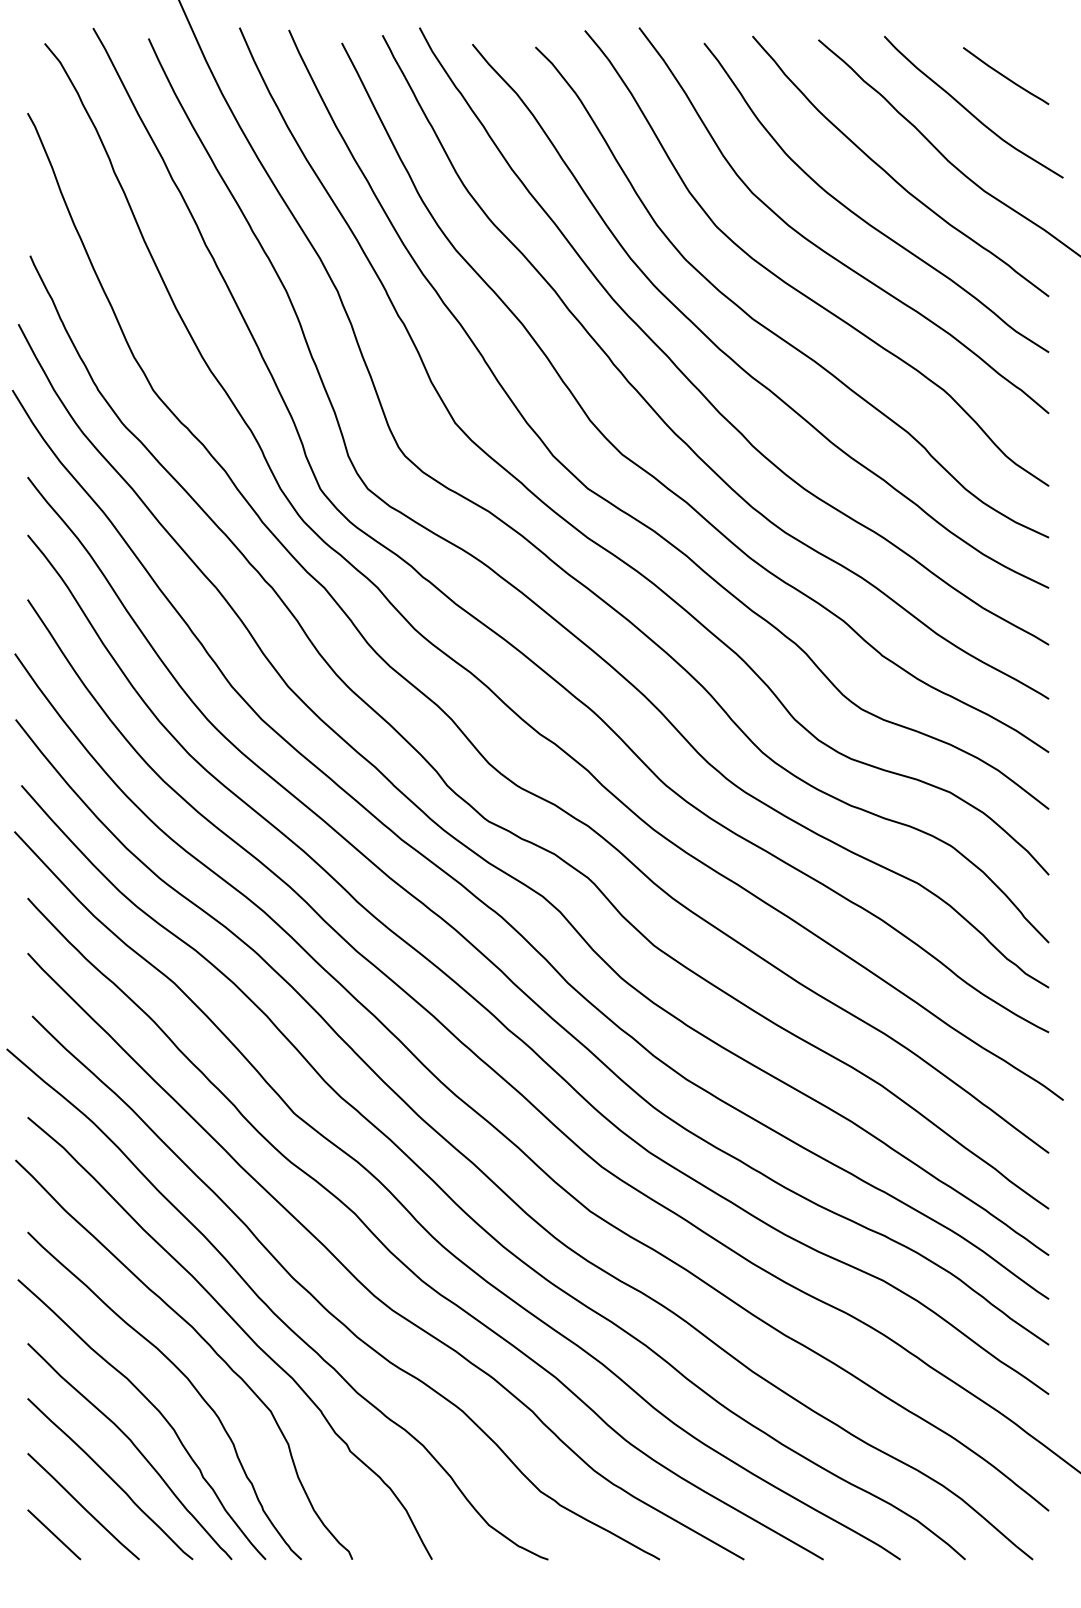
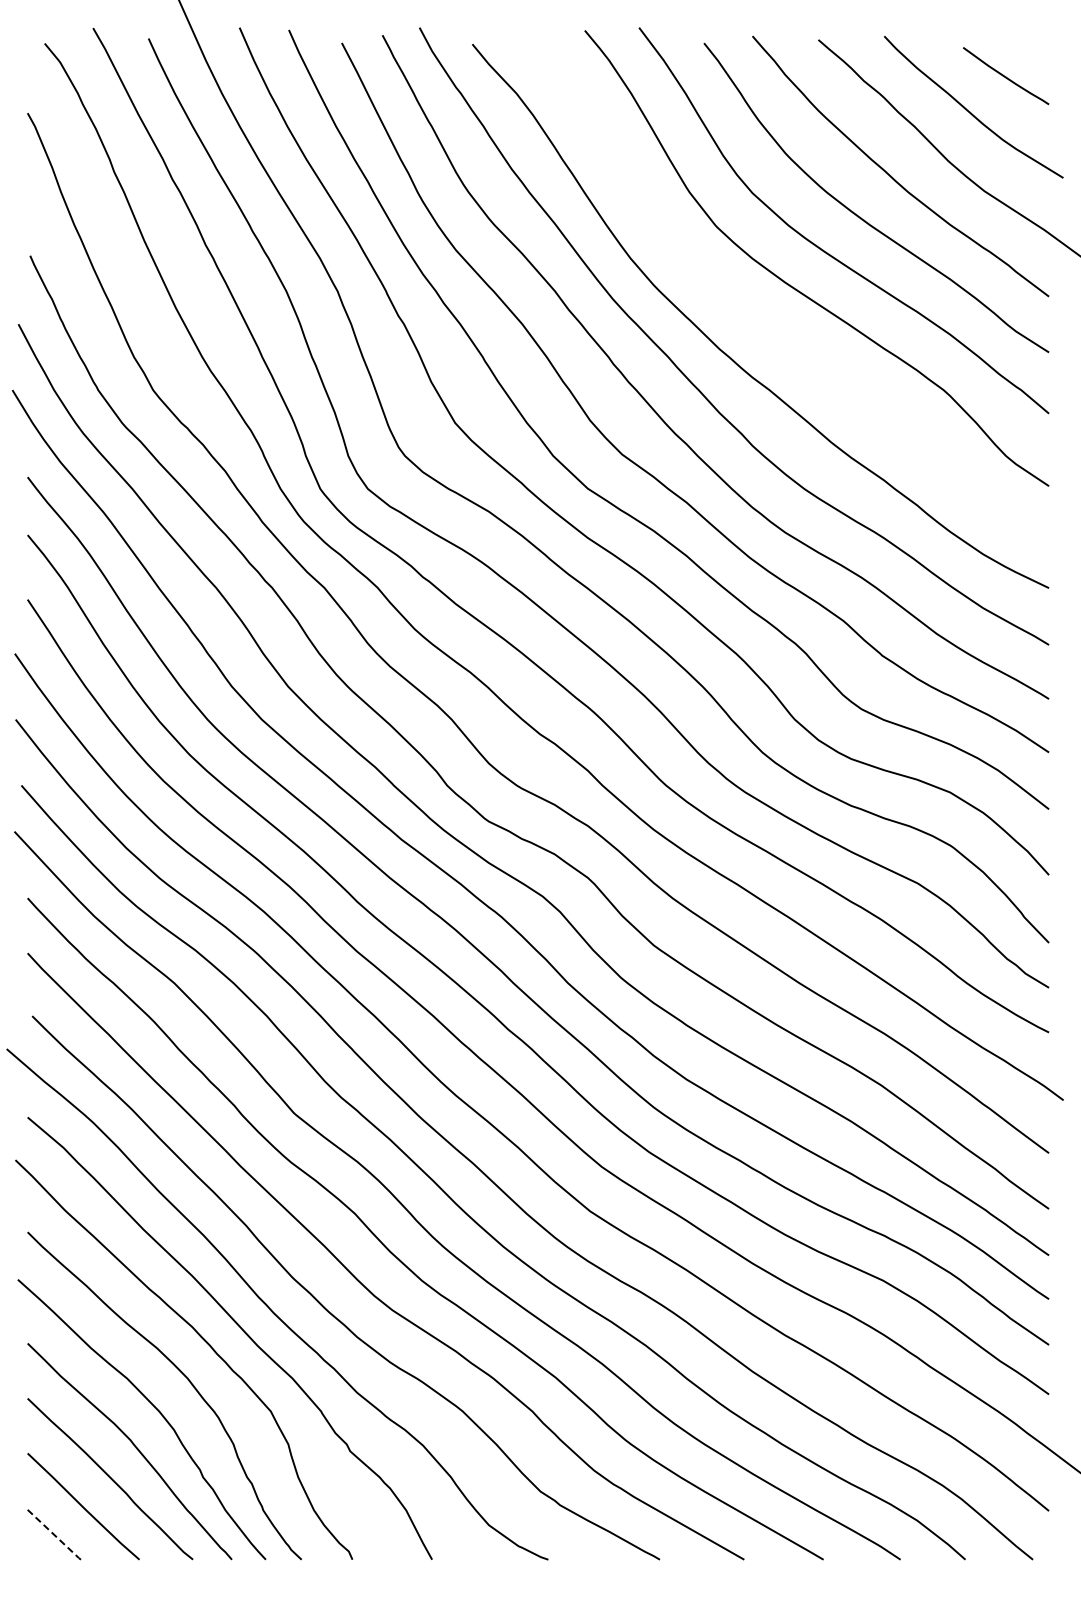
curve at (767, 327): present -> none
line at (55, 1535): solid -> dashed
